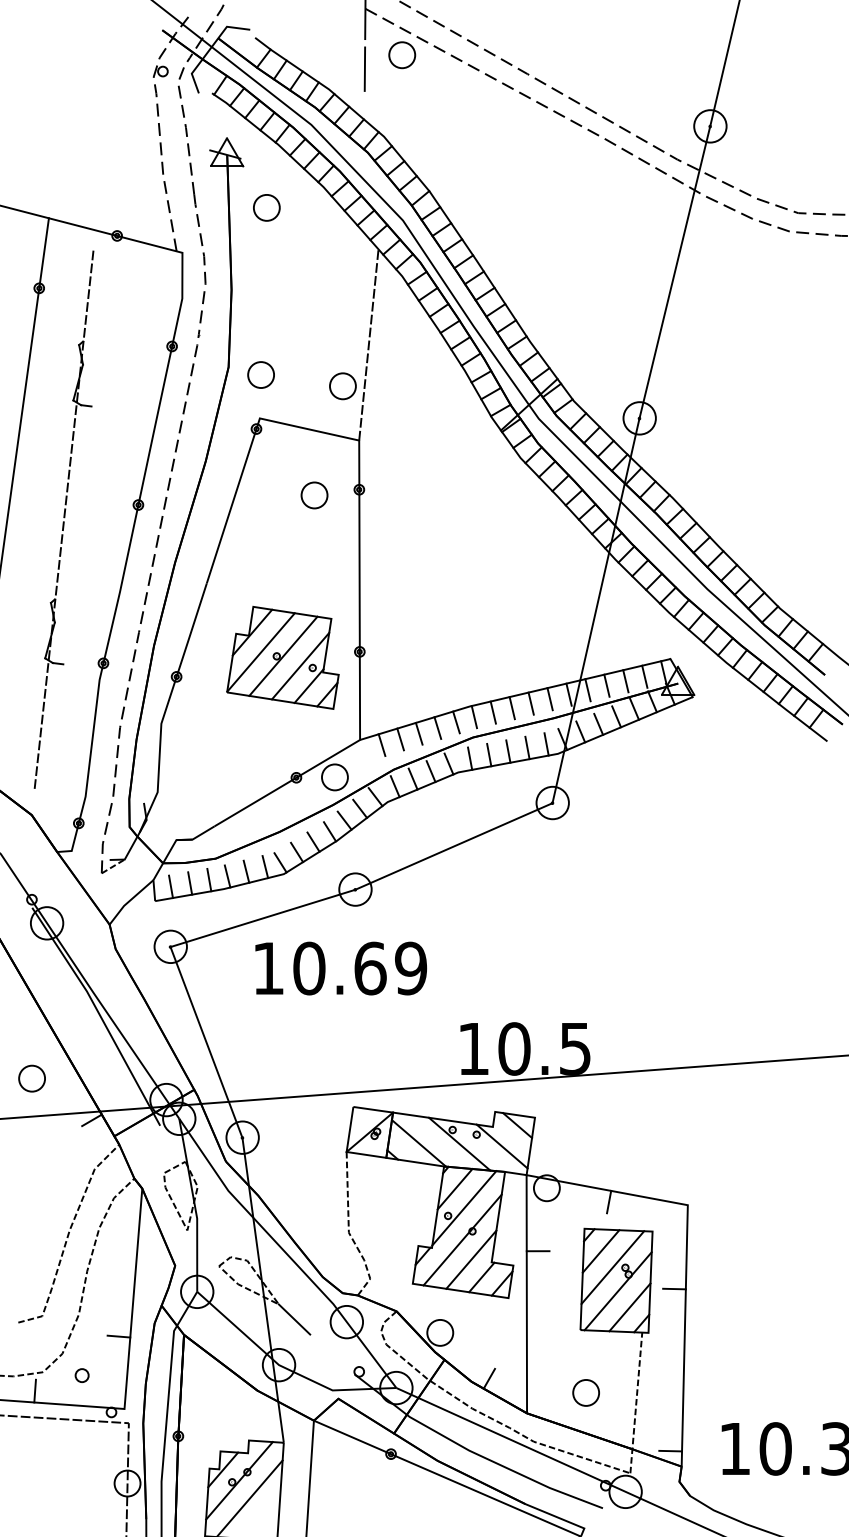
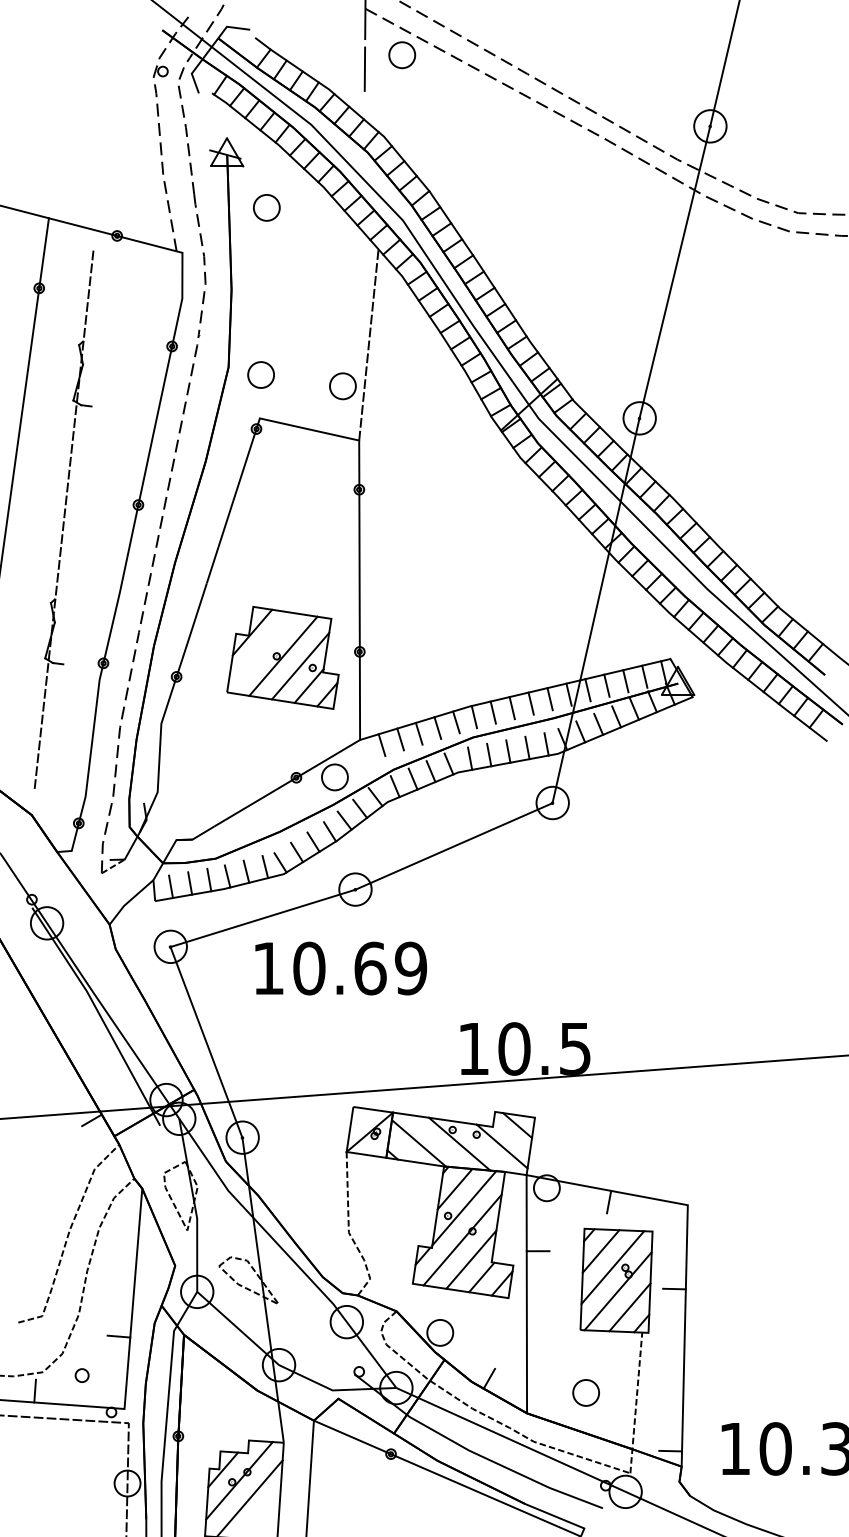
part at (314, 495): present -> none
line at (260, 652): present -> none
part at (31, 1078): present -> none
line at (294, 1319): present -> none
